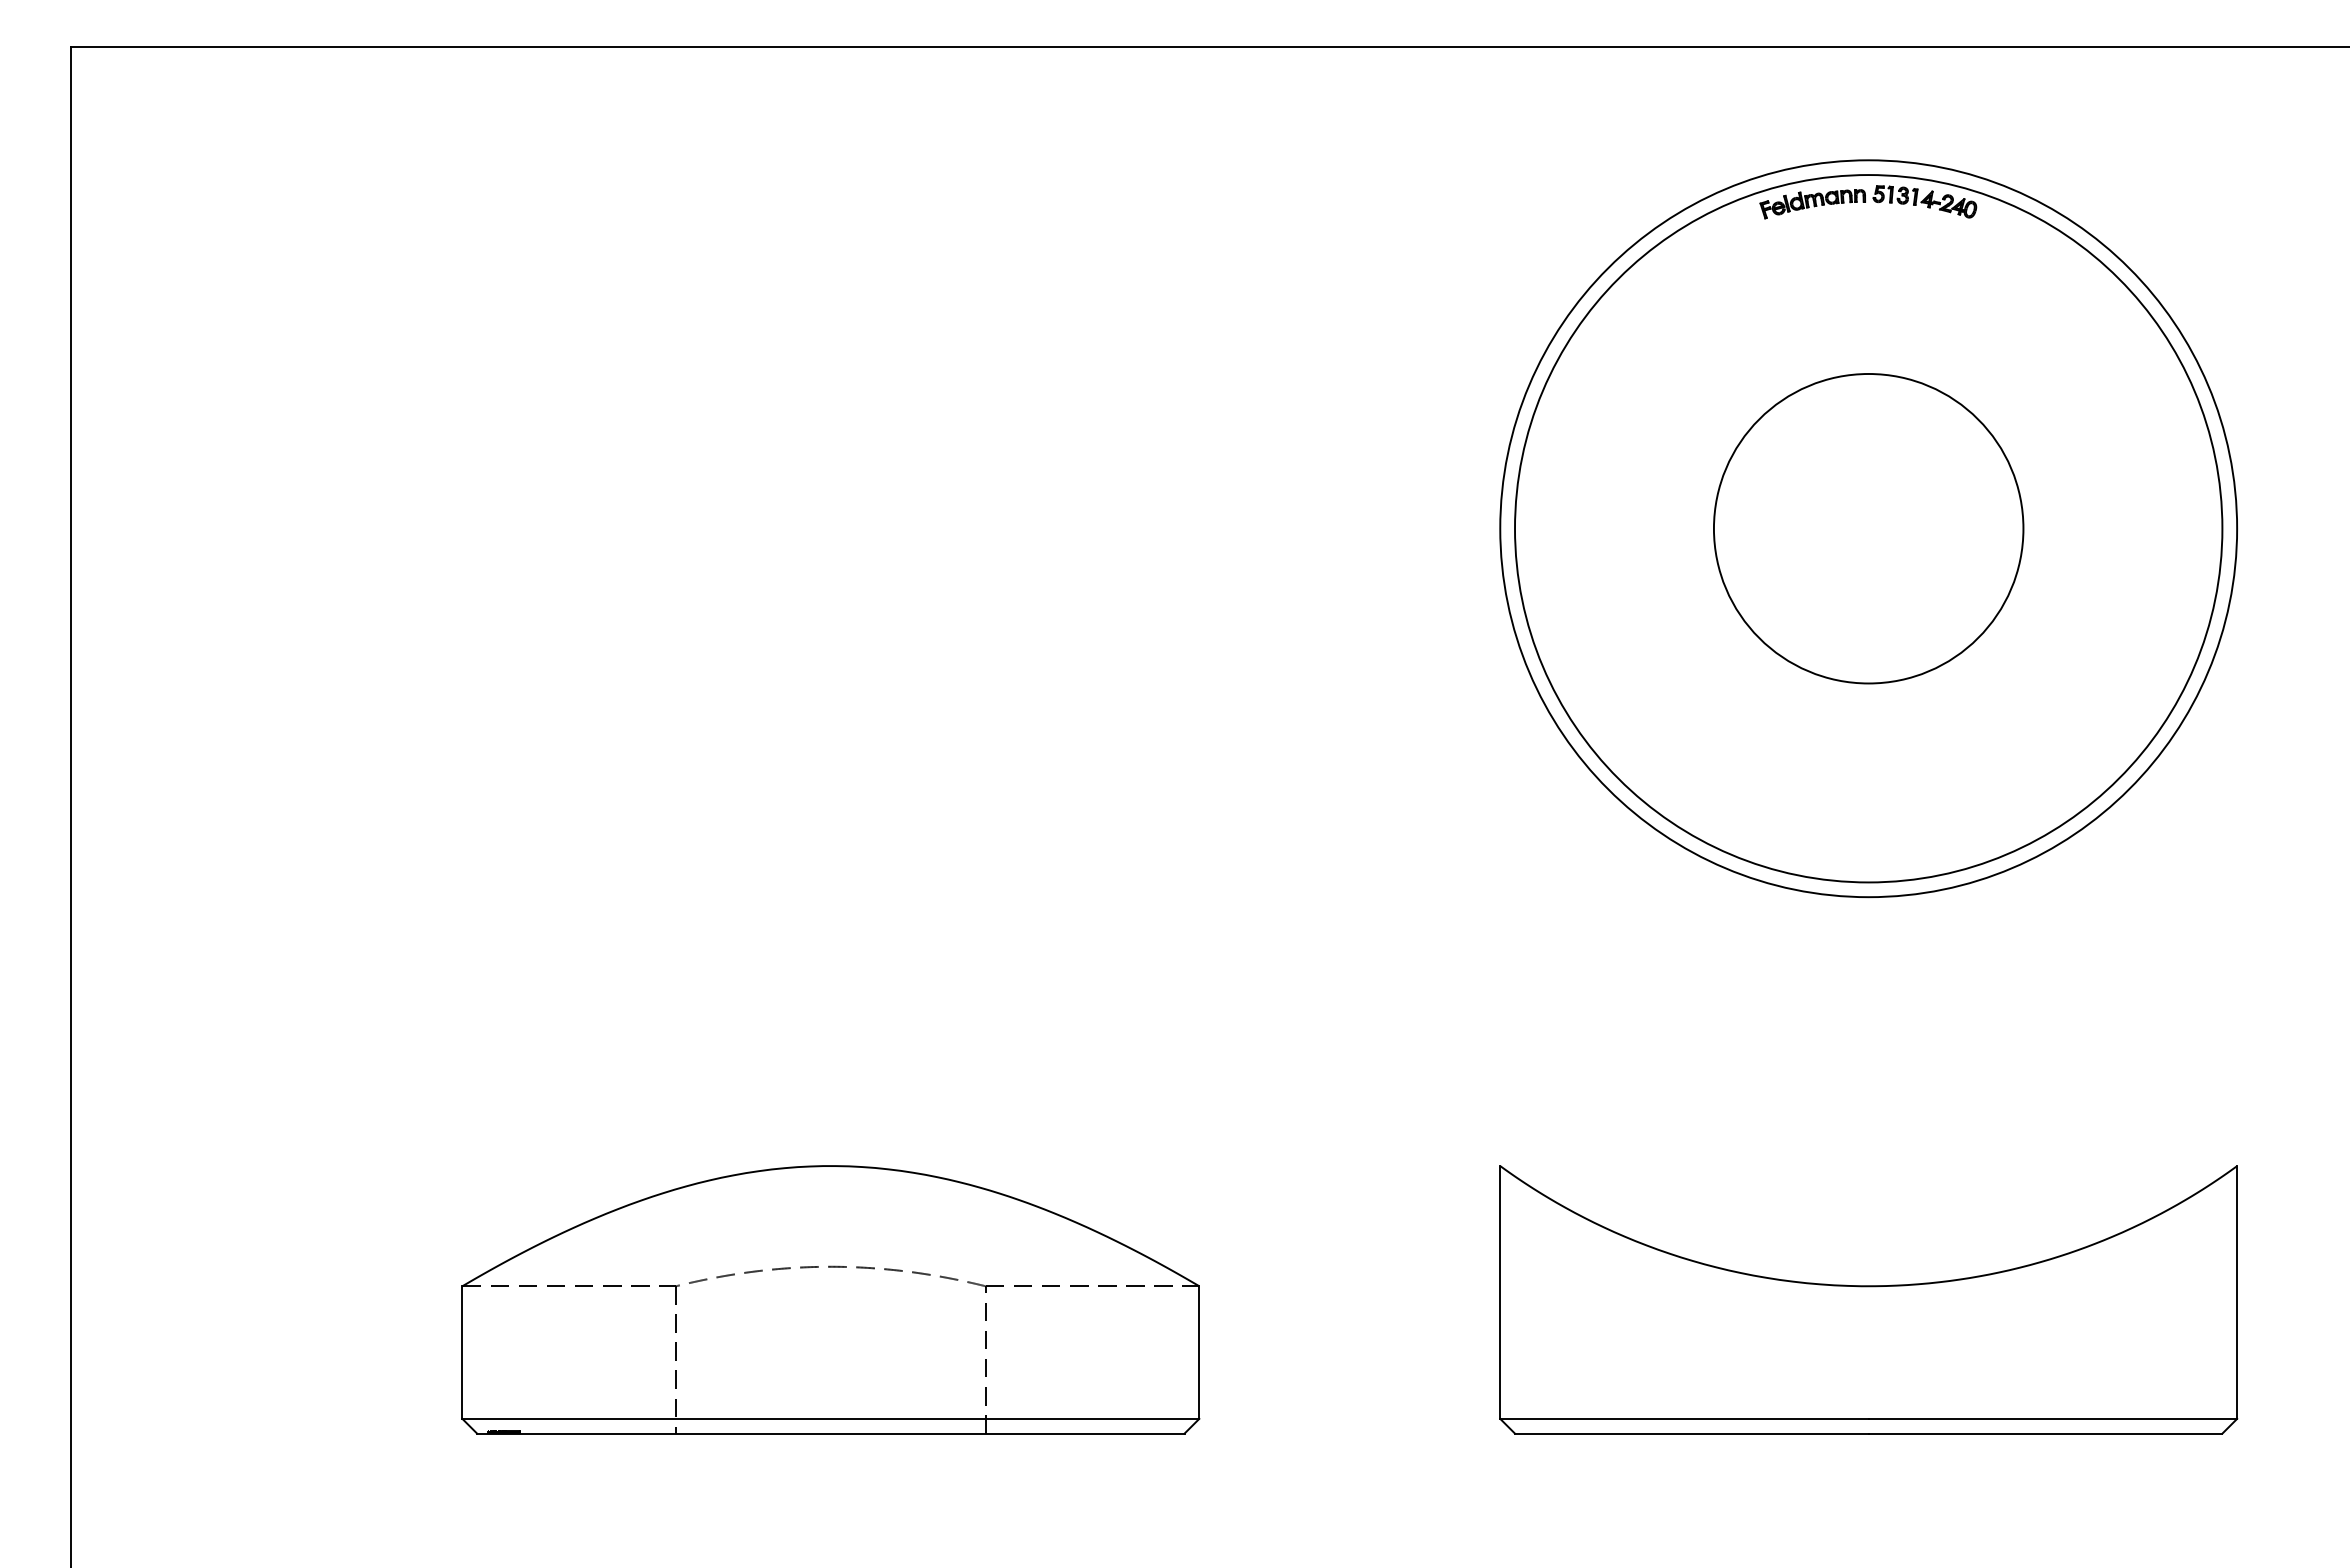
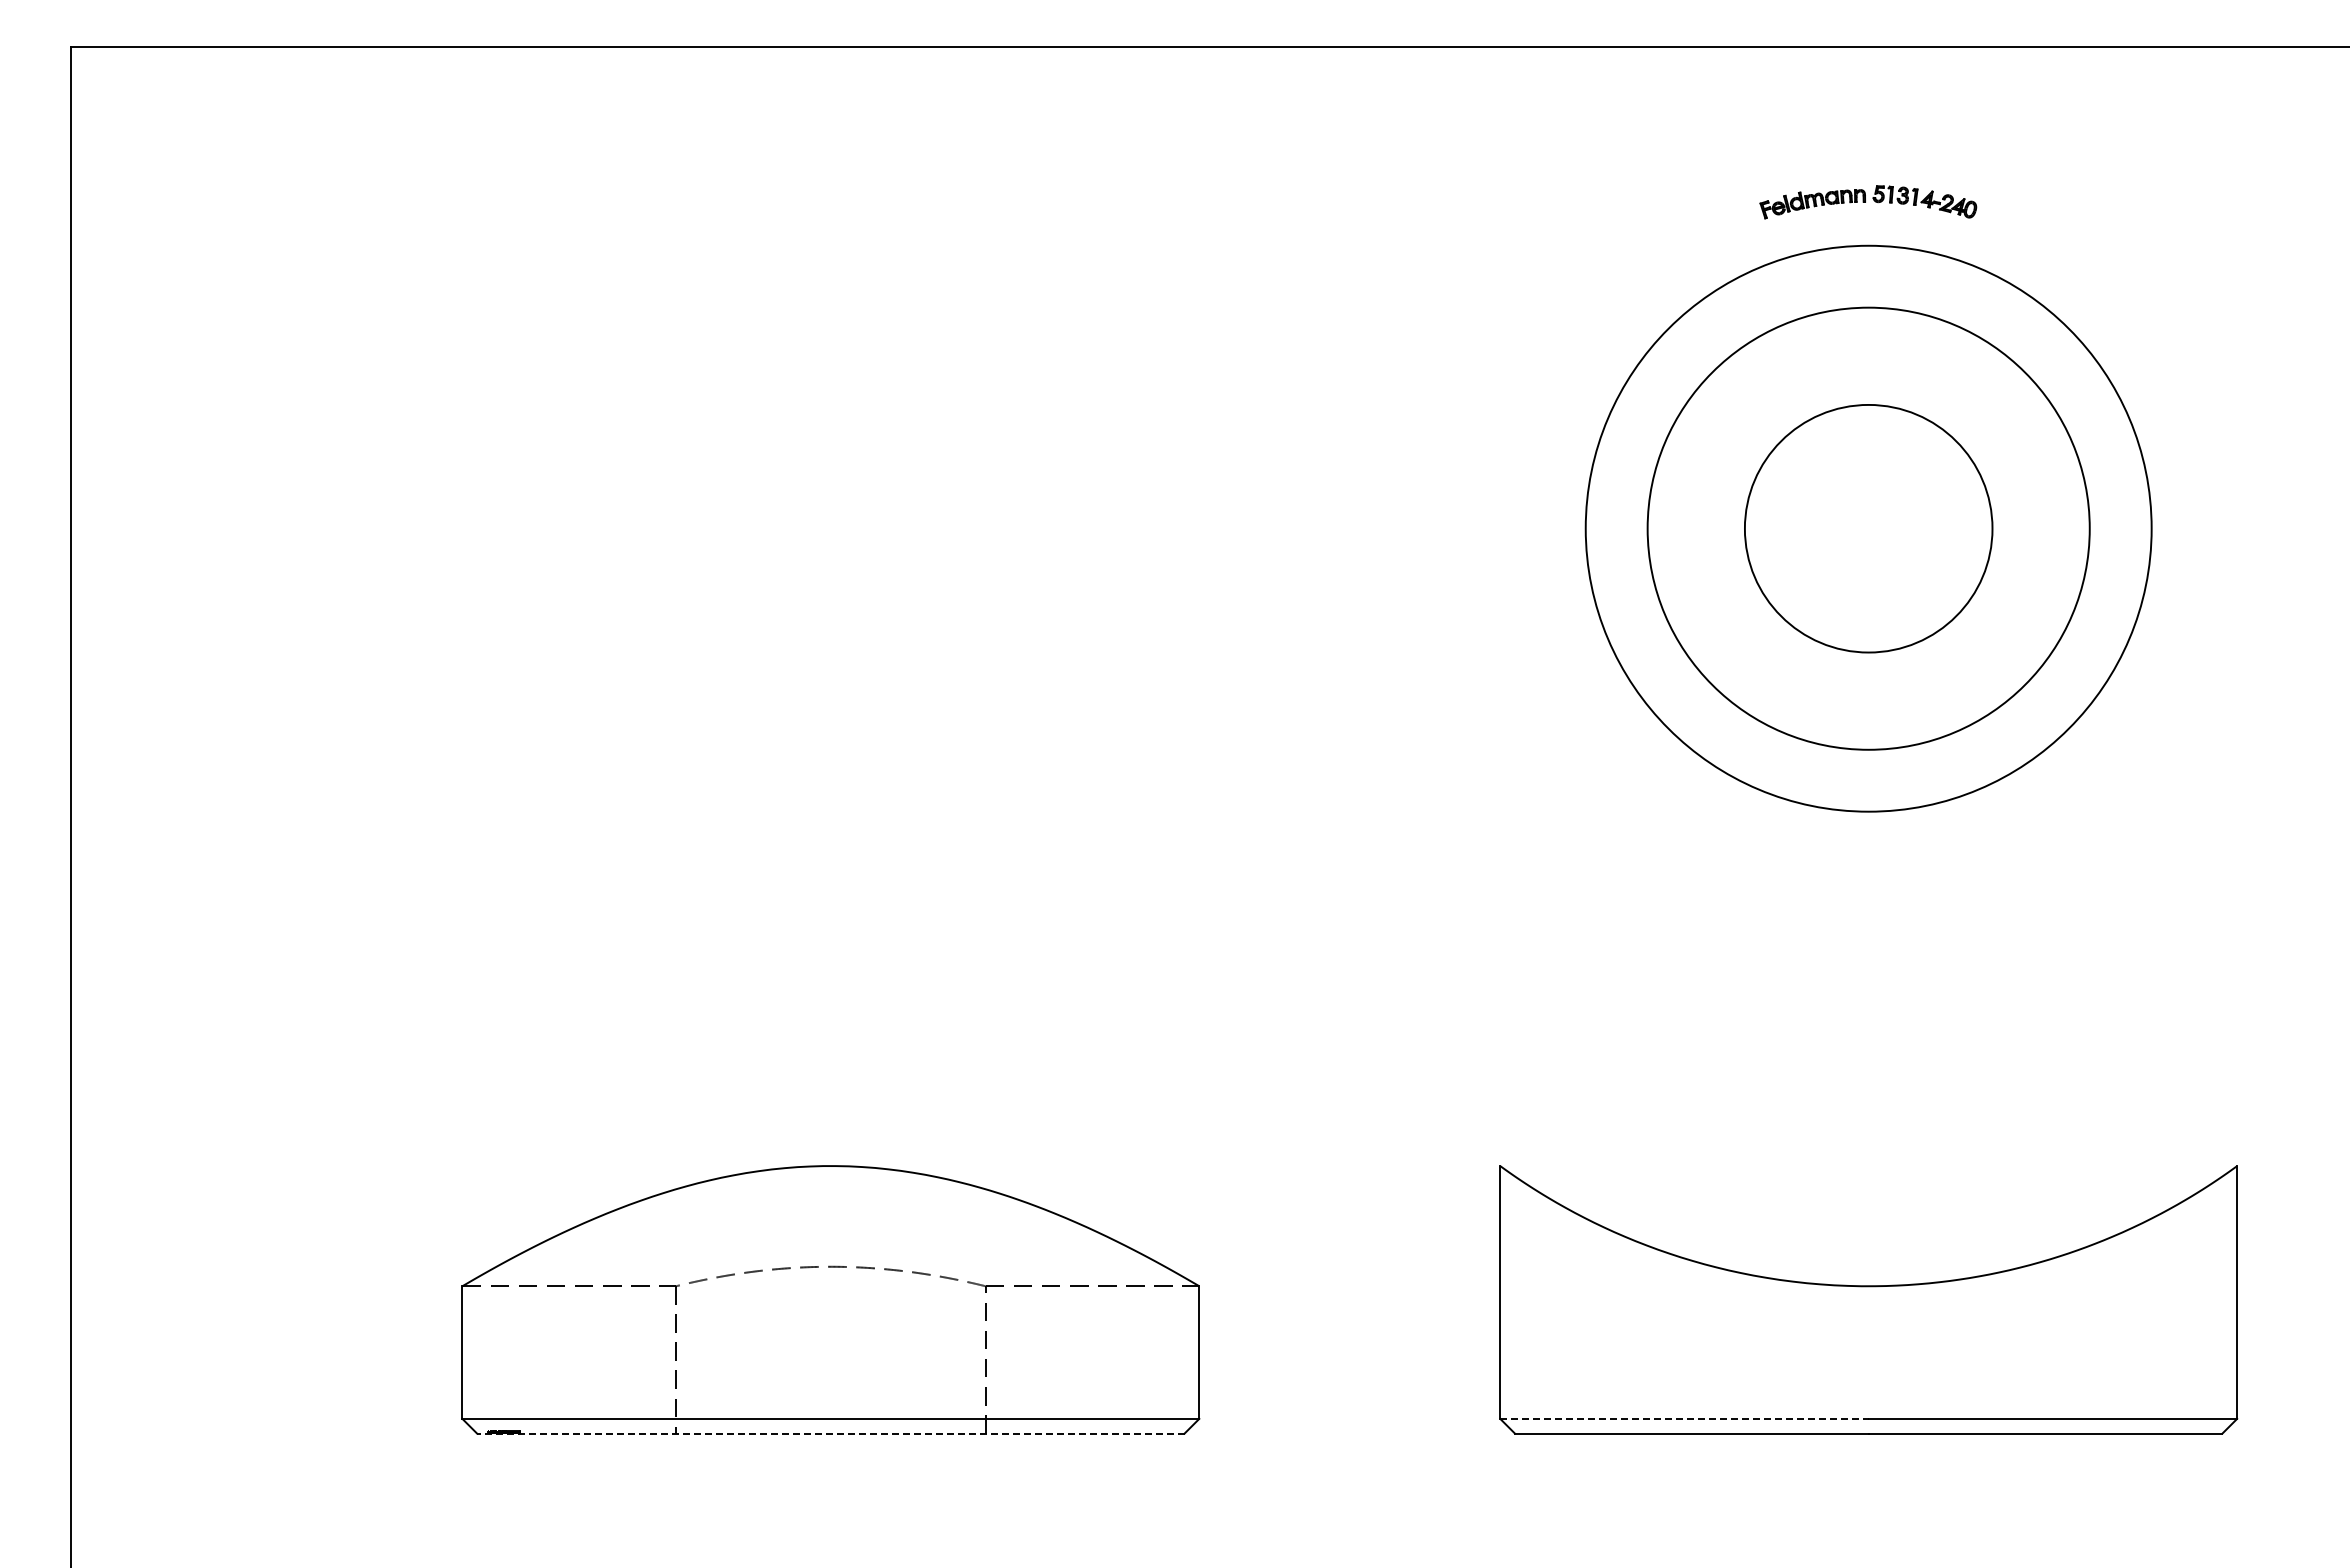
circle at (1868, 528) diameter: 309 px -> 248 px
circle at (1868, 528) diameter: 707 px -> 566 px
circle at (1868, 528) diameter: 737 px -> 442 px
line at (1684, 1418): solid -> dashed
line at (830, 1433): solid -> dashed
